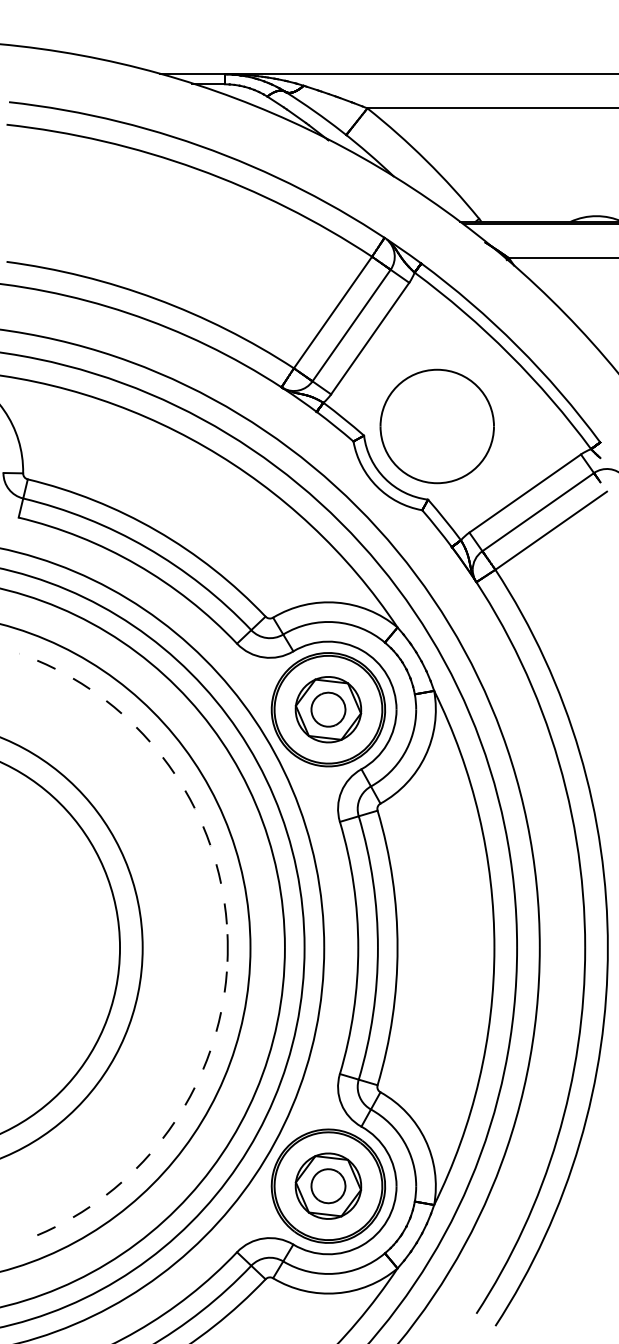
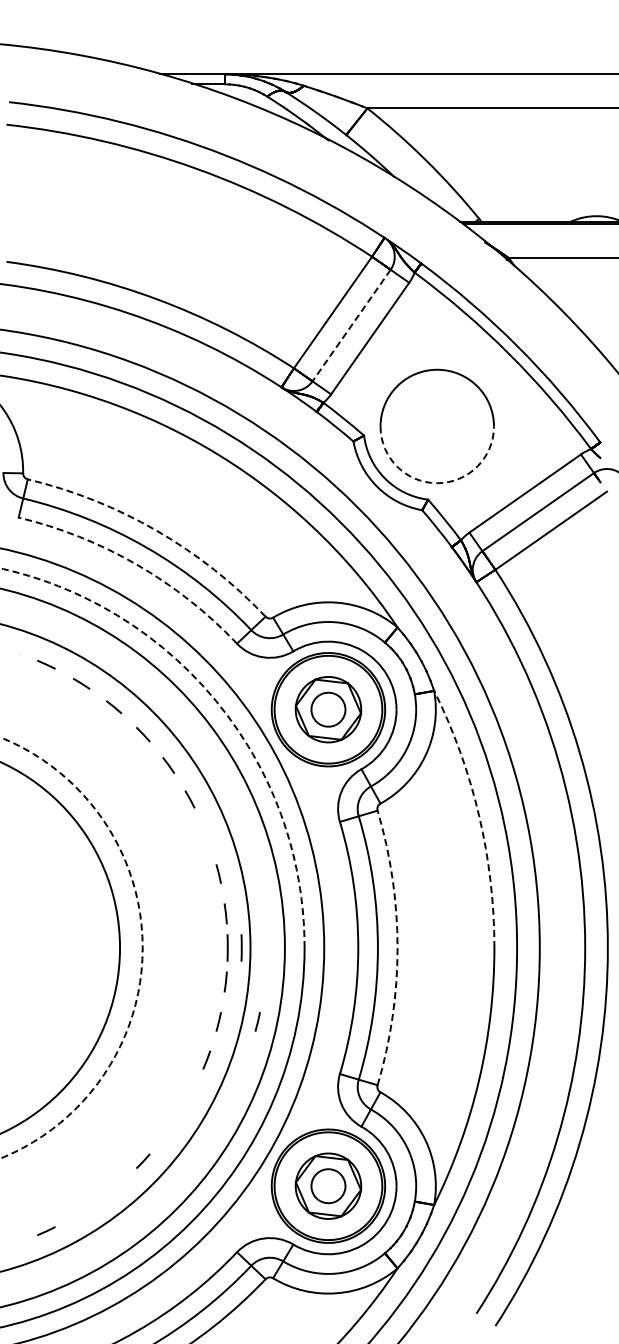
line at (351, 325): solid -> dashed
arc at (437, 483): solid -> dashed
arc at (156, 530): solid -> dashed
arc at (137, 564): solid -> dashed
arc at (218, 704): solid -> dashed
arc at (479, 815): solid -> dashed
line at (206, 836): present -> none
arc at (142, 947): solid -> dashed
line at (241, 947): none -> present
arc at (397, 947): solid -> dashed
line at (257, 1021): none -> present
line at (189, 1096): present -> none
line at (168, 1130): present -> none
line at (113, 1188): present -> none
line at (81, 1211): present -> none
